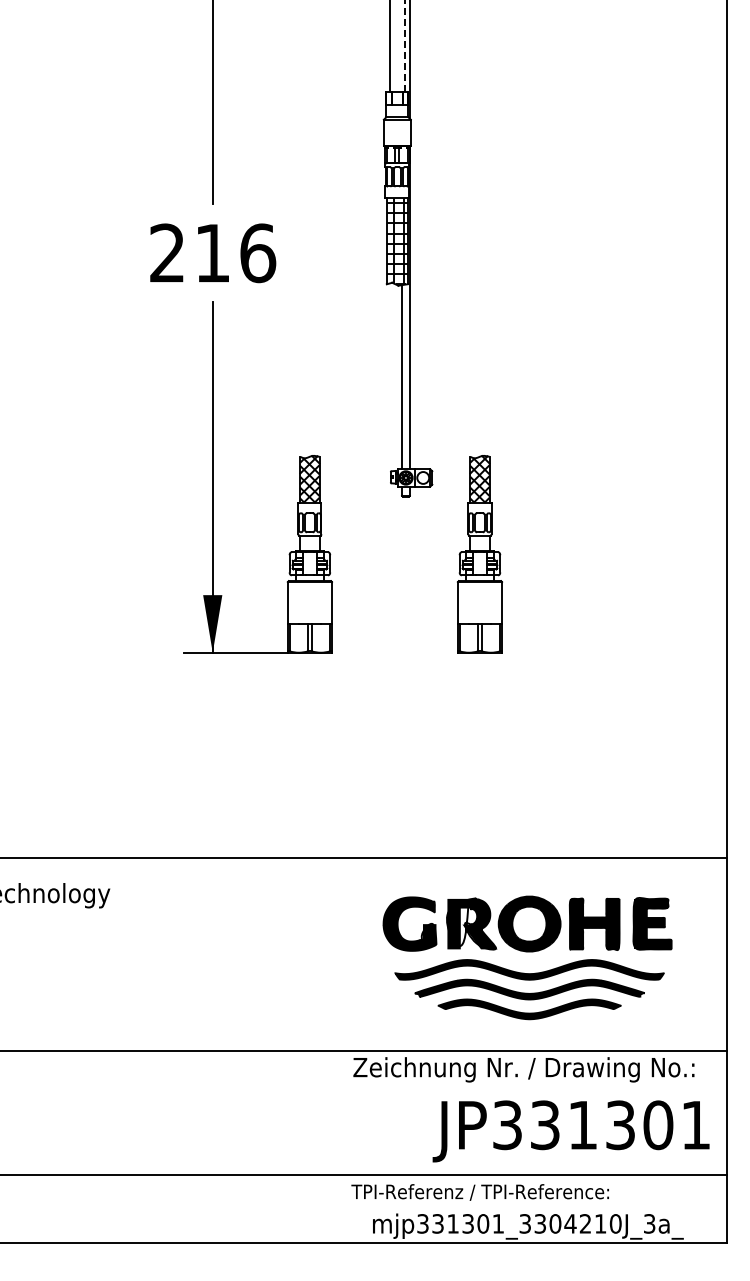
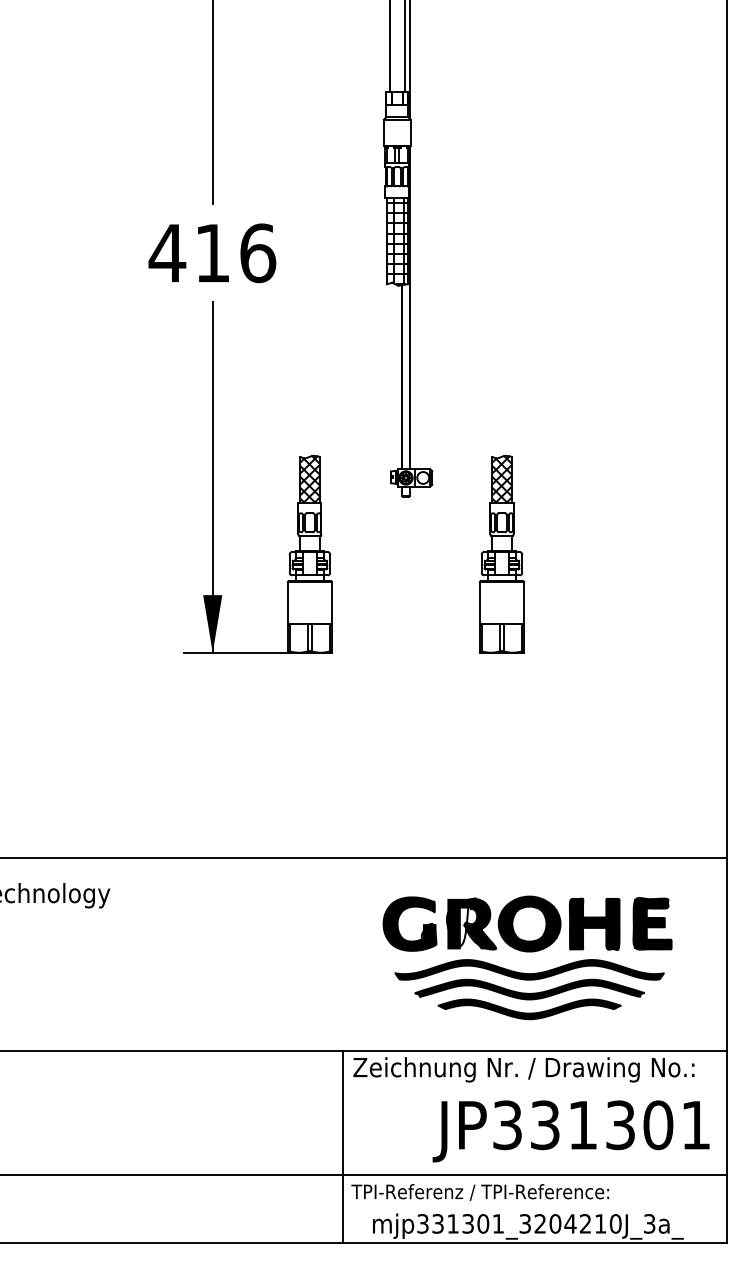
line at (405, 45): dashed -> solid
text at (167, 252): 216 -> 416
part at (479, 554) position: (479, 554) -> (501, 554)
line at (343, 1146): none -> present
text at (539, 1223): mjp331301_3304210J_3a_ -> mjp331301_3204210J_3a_
